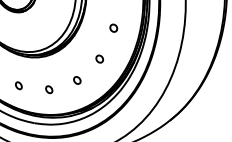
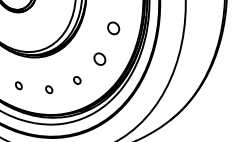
part at (113, 27) size: 10x10 px -> 14x15 px
part at (99, 58) size: 9x10 px -> 14x14 px
